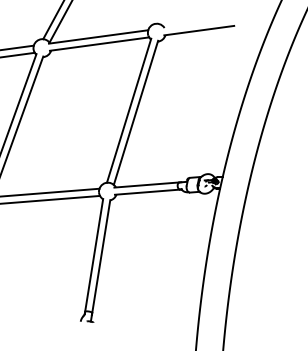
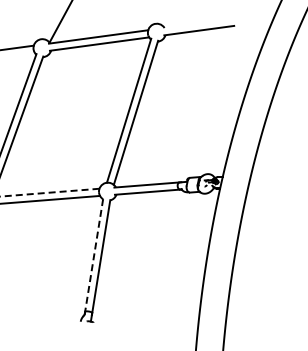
line at (53, 20): present -> none
line at (18, 54): present -> none
line at (49, 192): solid -> dashed
line at (93, 256): solid -> dashed
